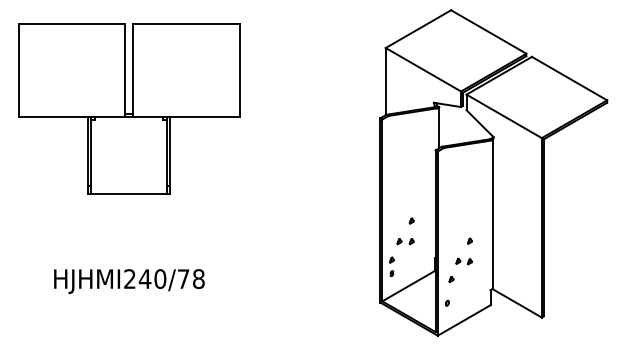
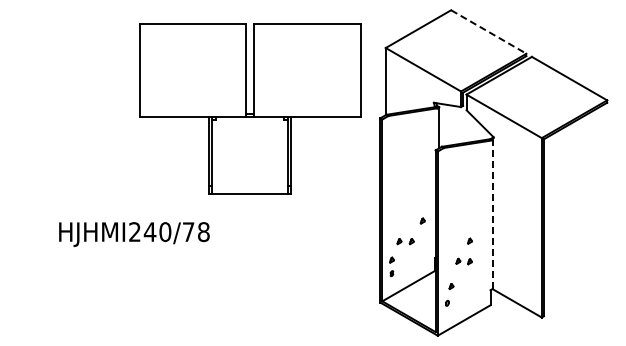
line at (489, 32): solid -> dashed
part at (129, 108) position: (129, 108) -> (250, 108)
line at (492, 214): solid -> dashed
part at (411, 220) position: (411, 220) -> (422, 220)
part at (451, 279) position: (451, 279) -> (451, 286)
text at (129, 281) position: (129, 281) -> (134, 234)
